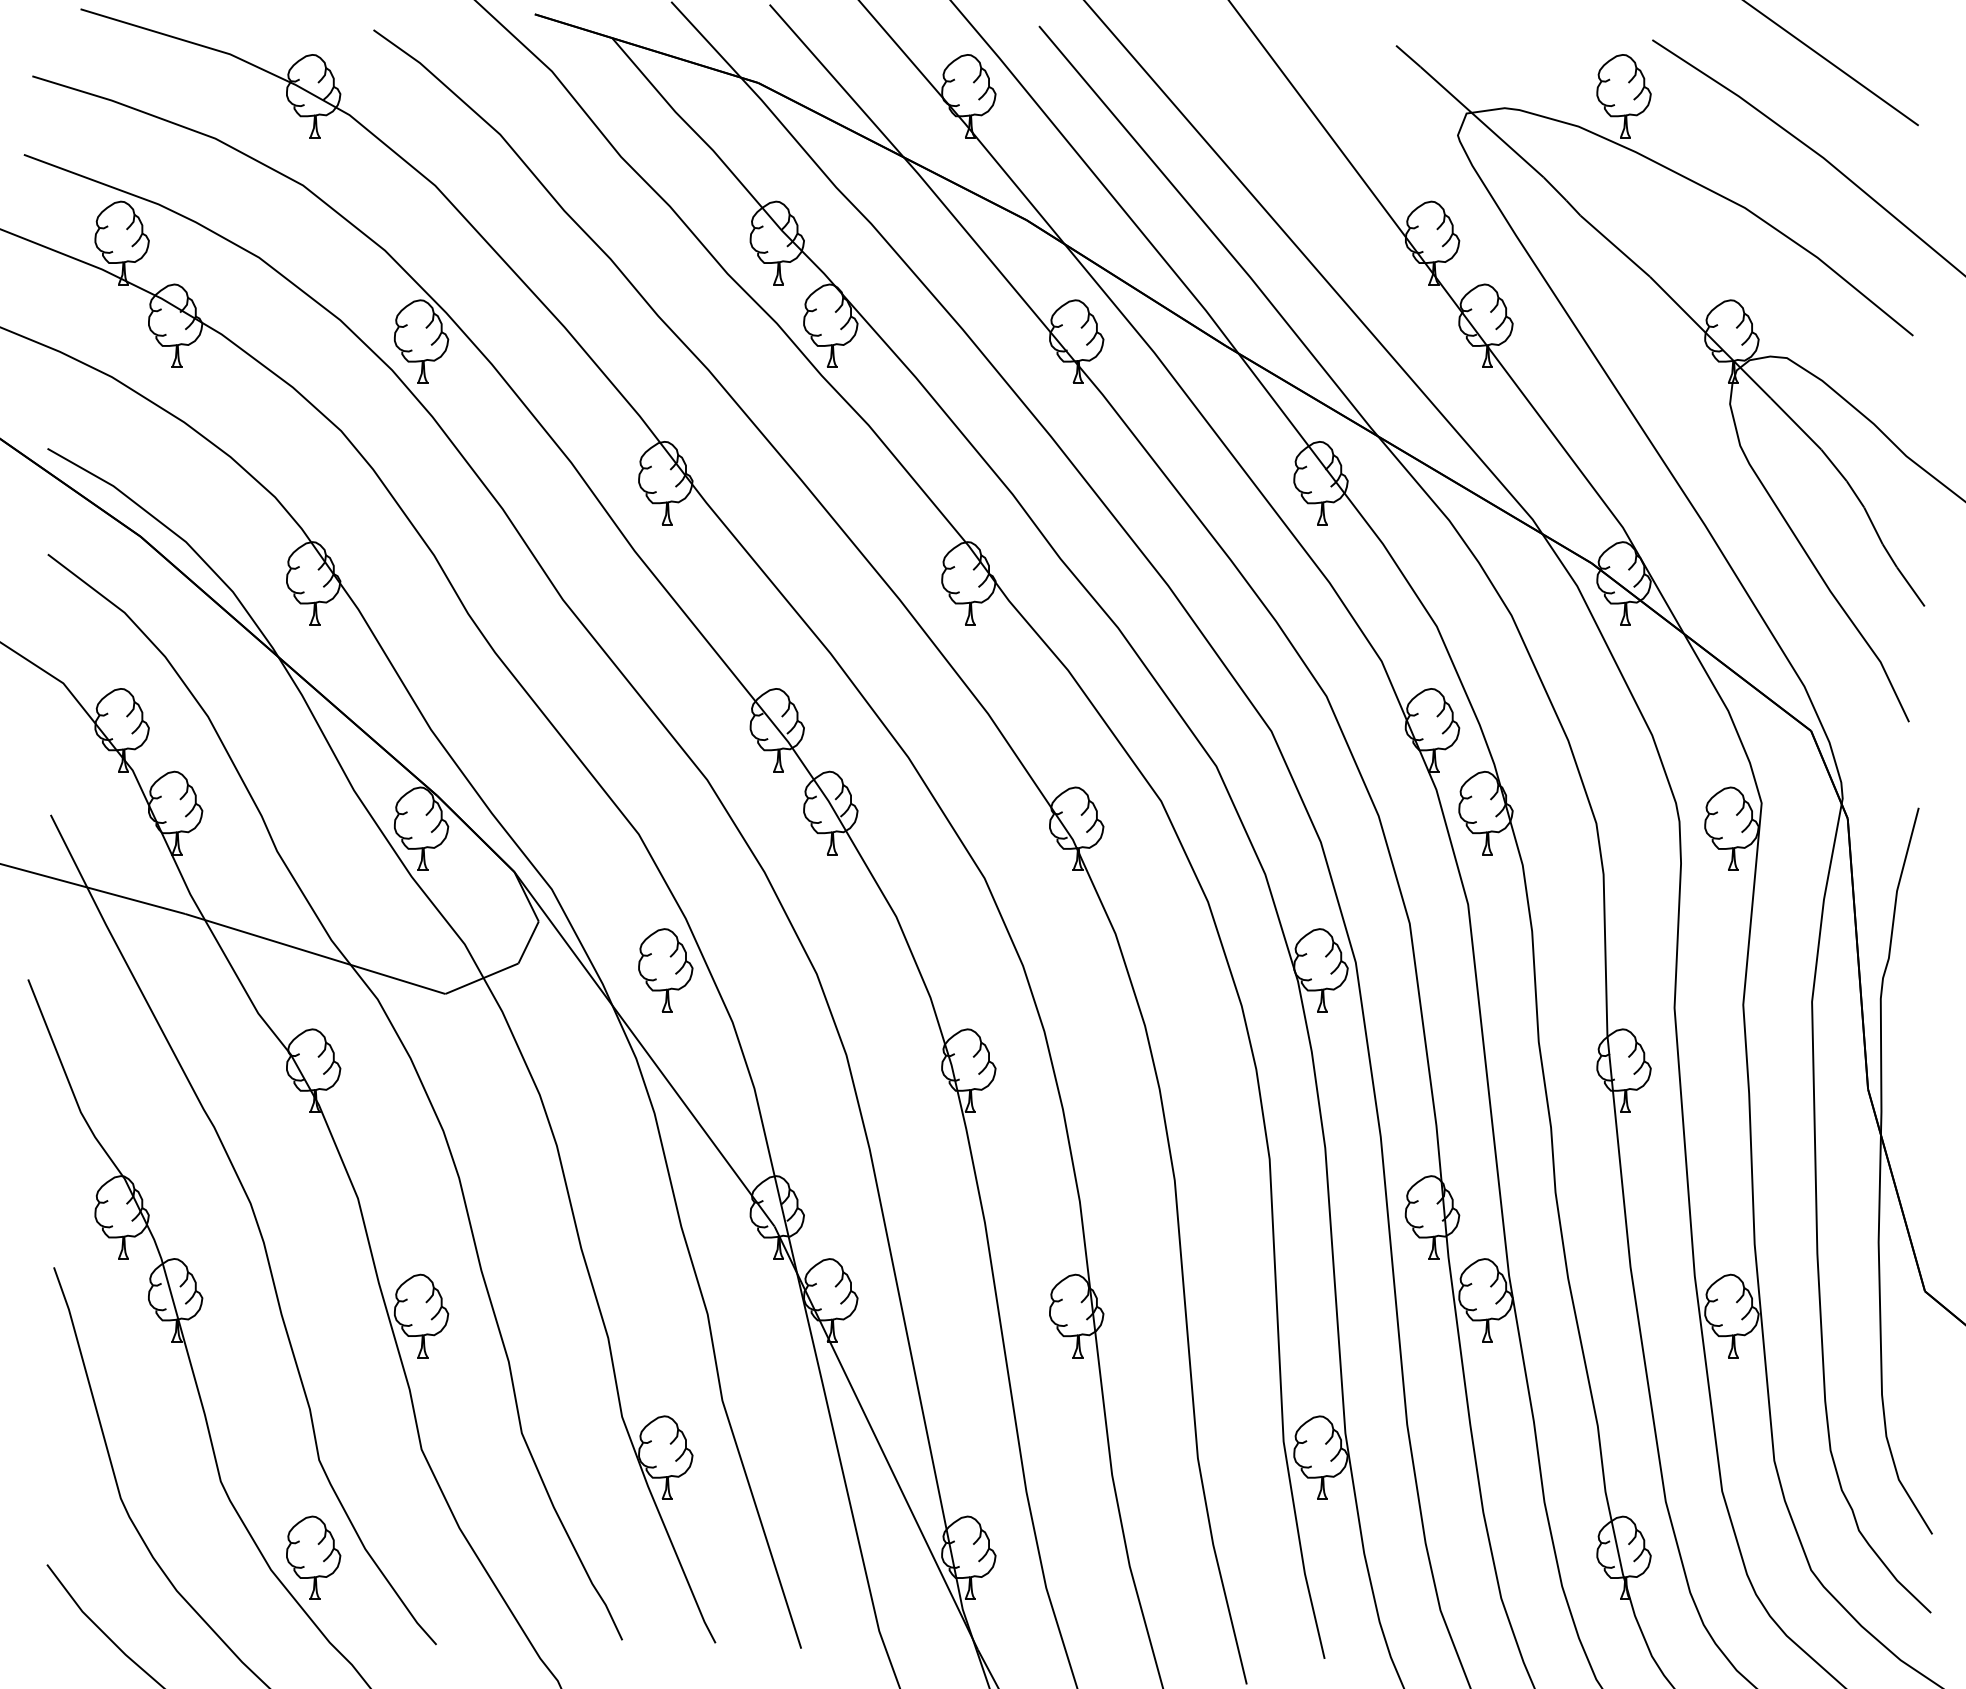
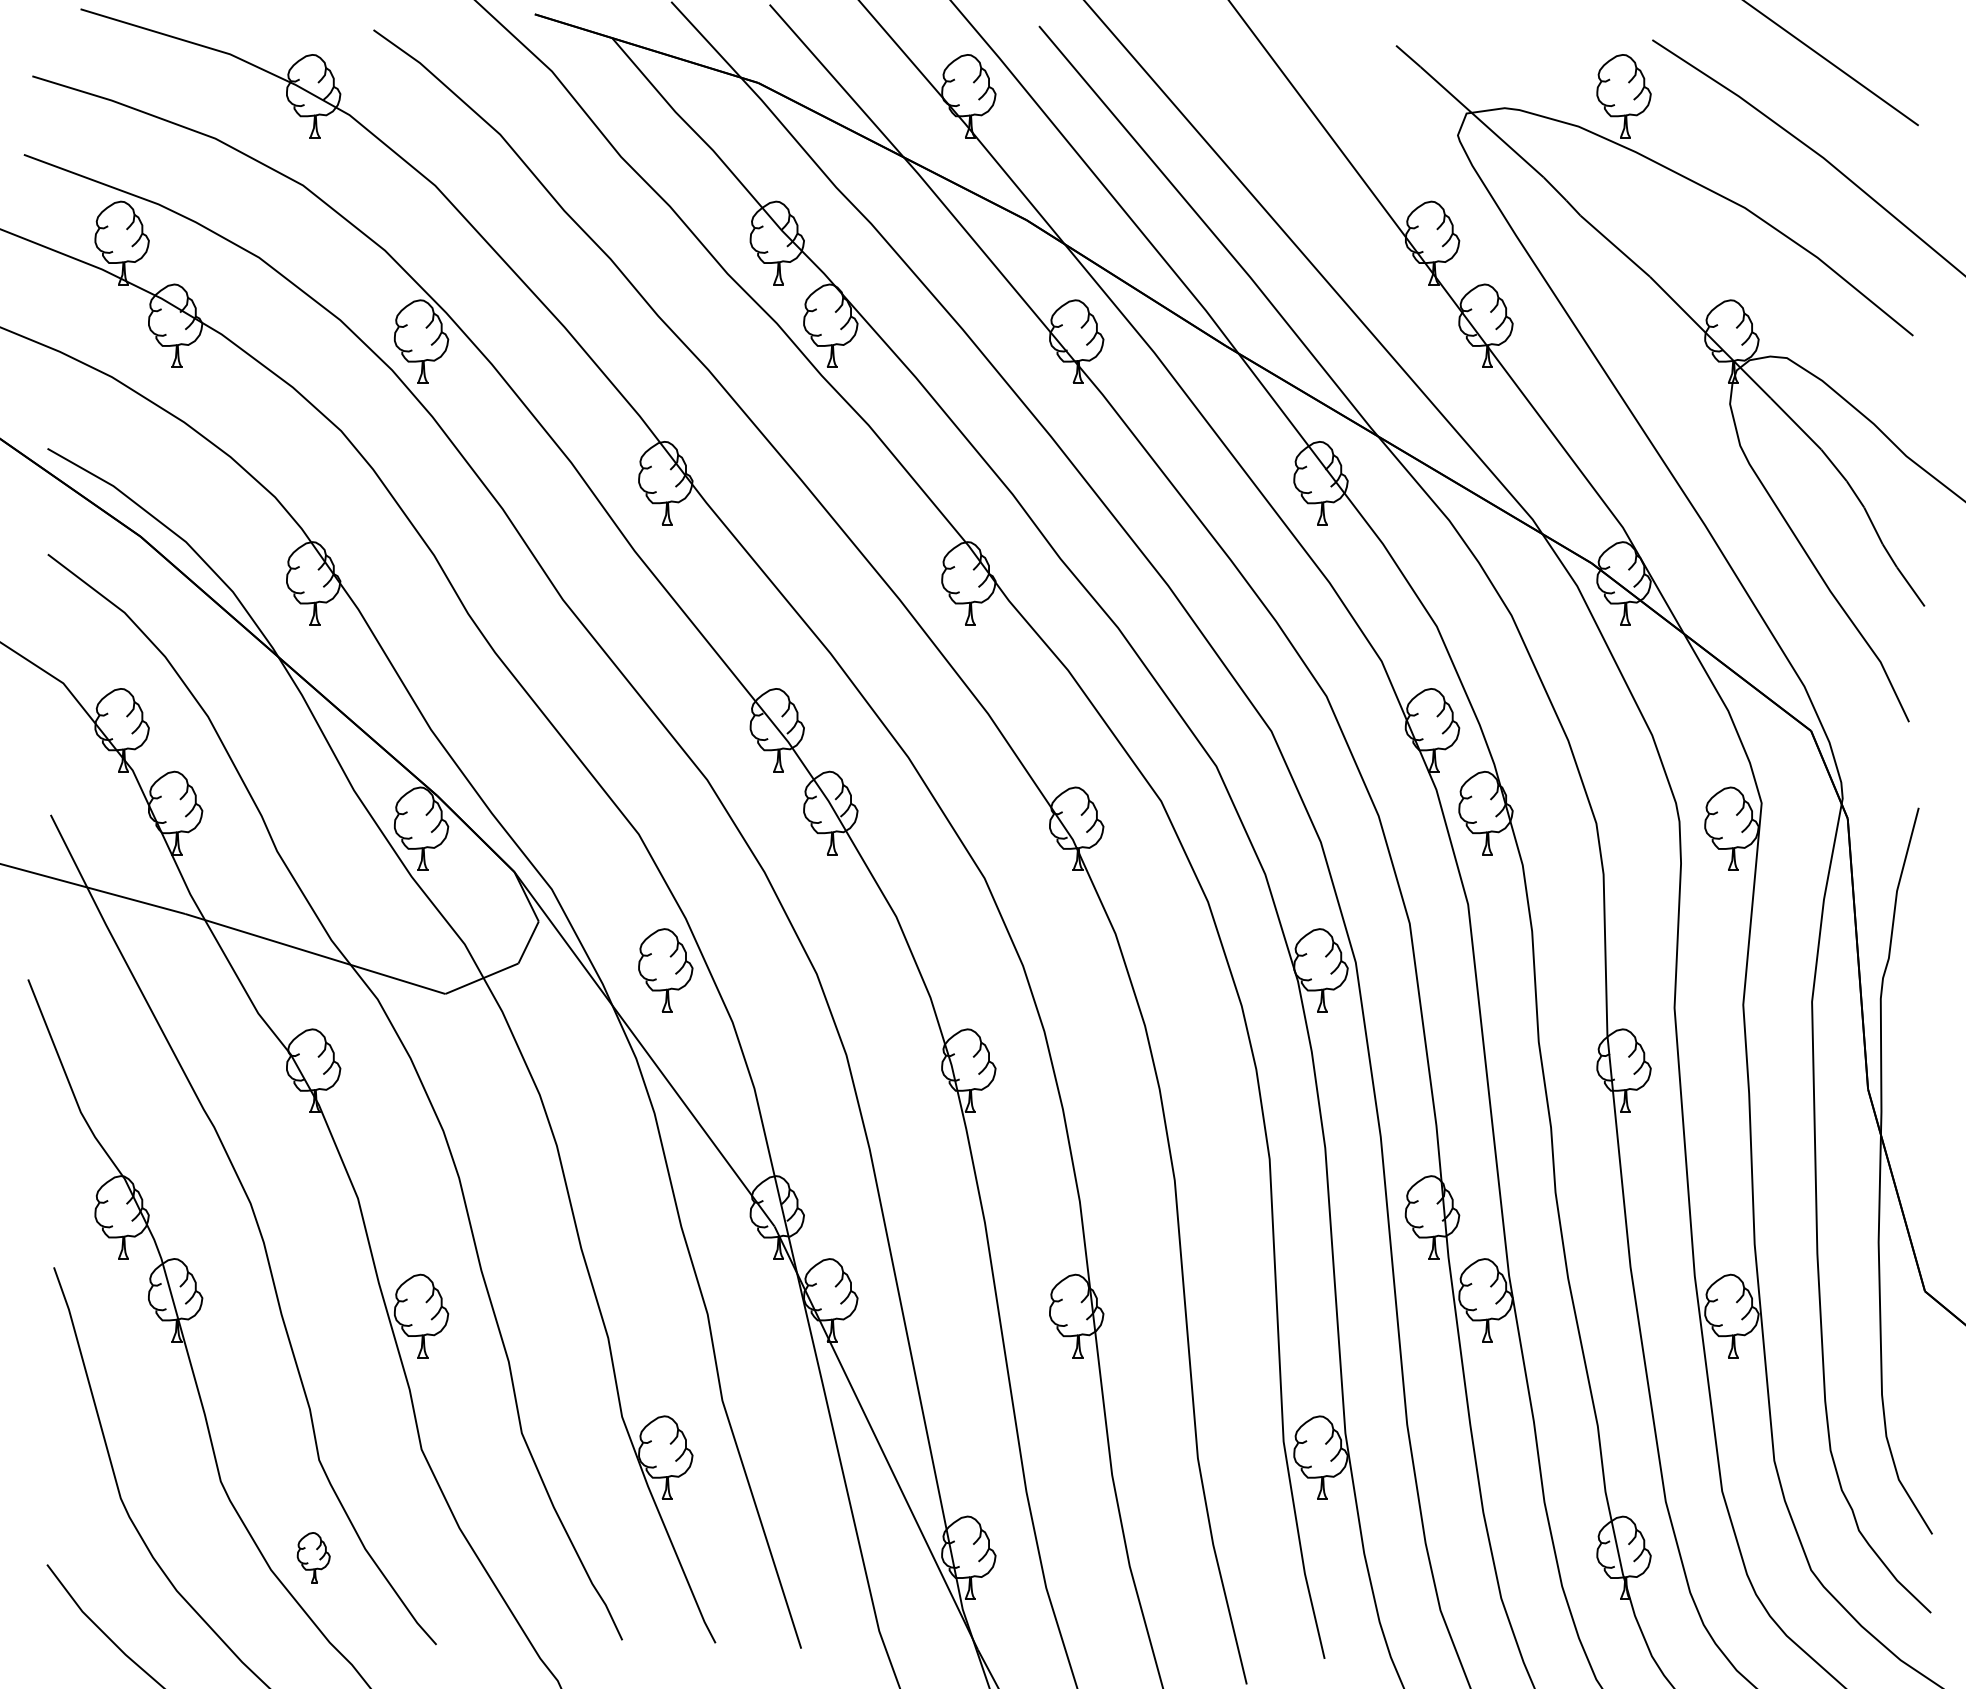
part at (313, 1557) size: 56x85 px -> 35x52 px
